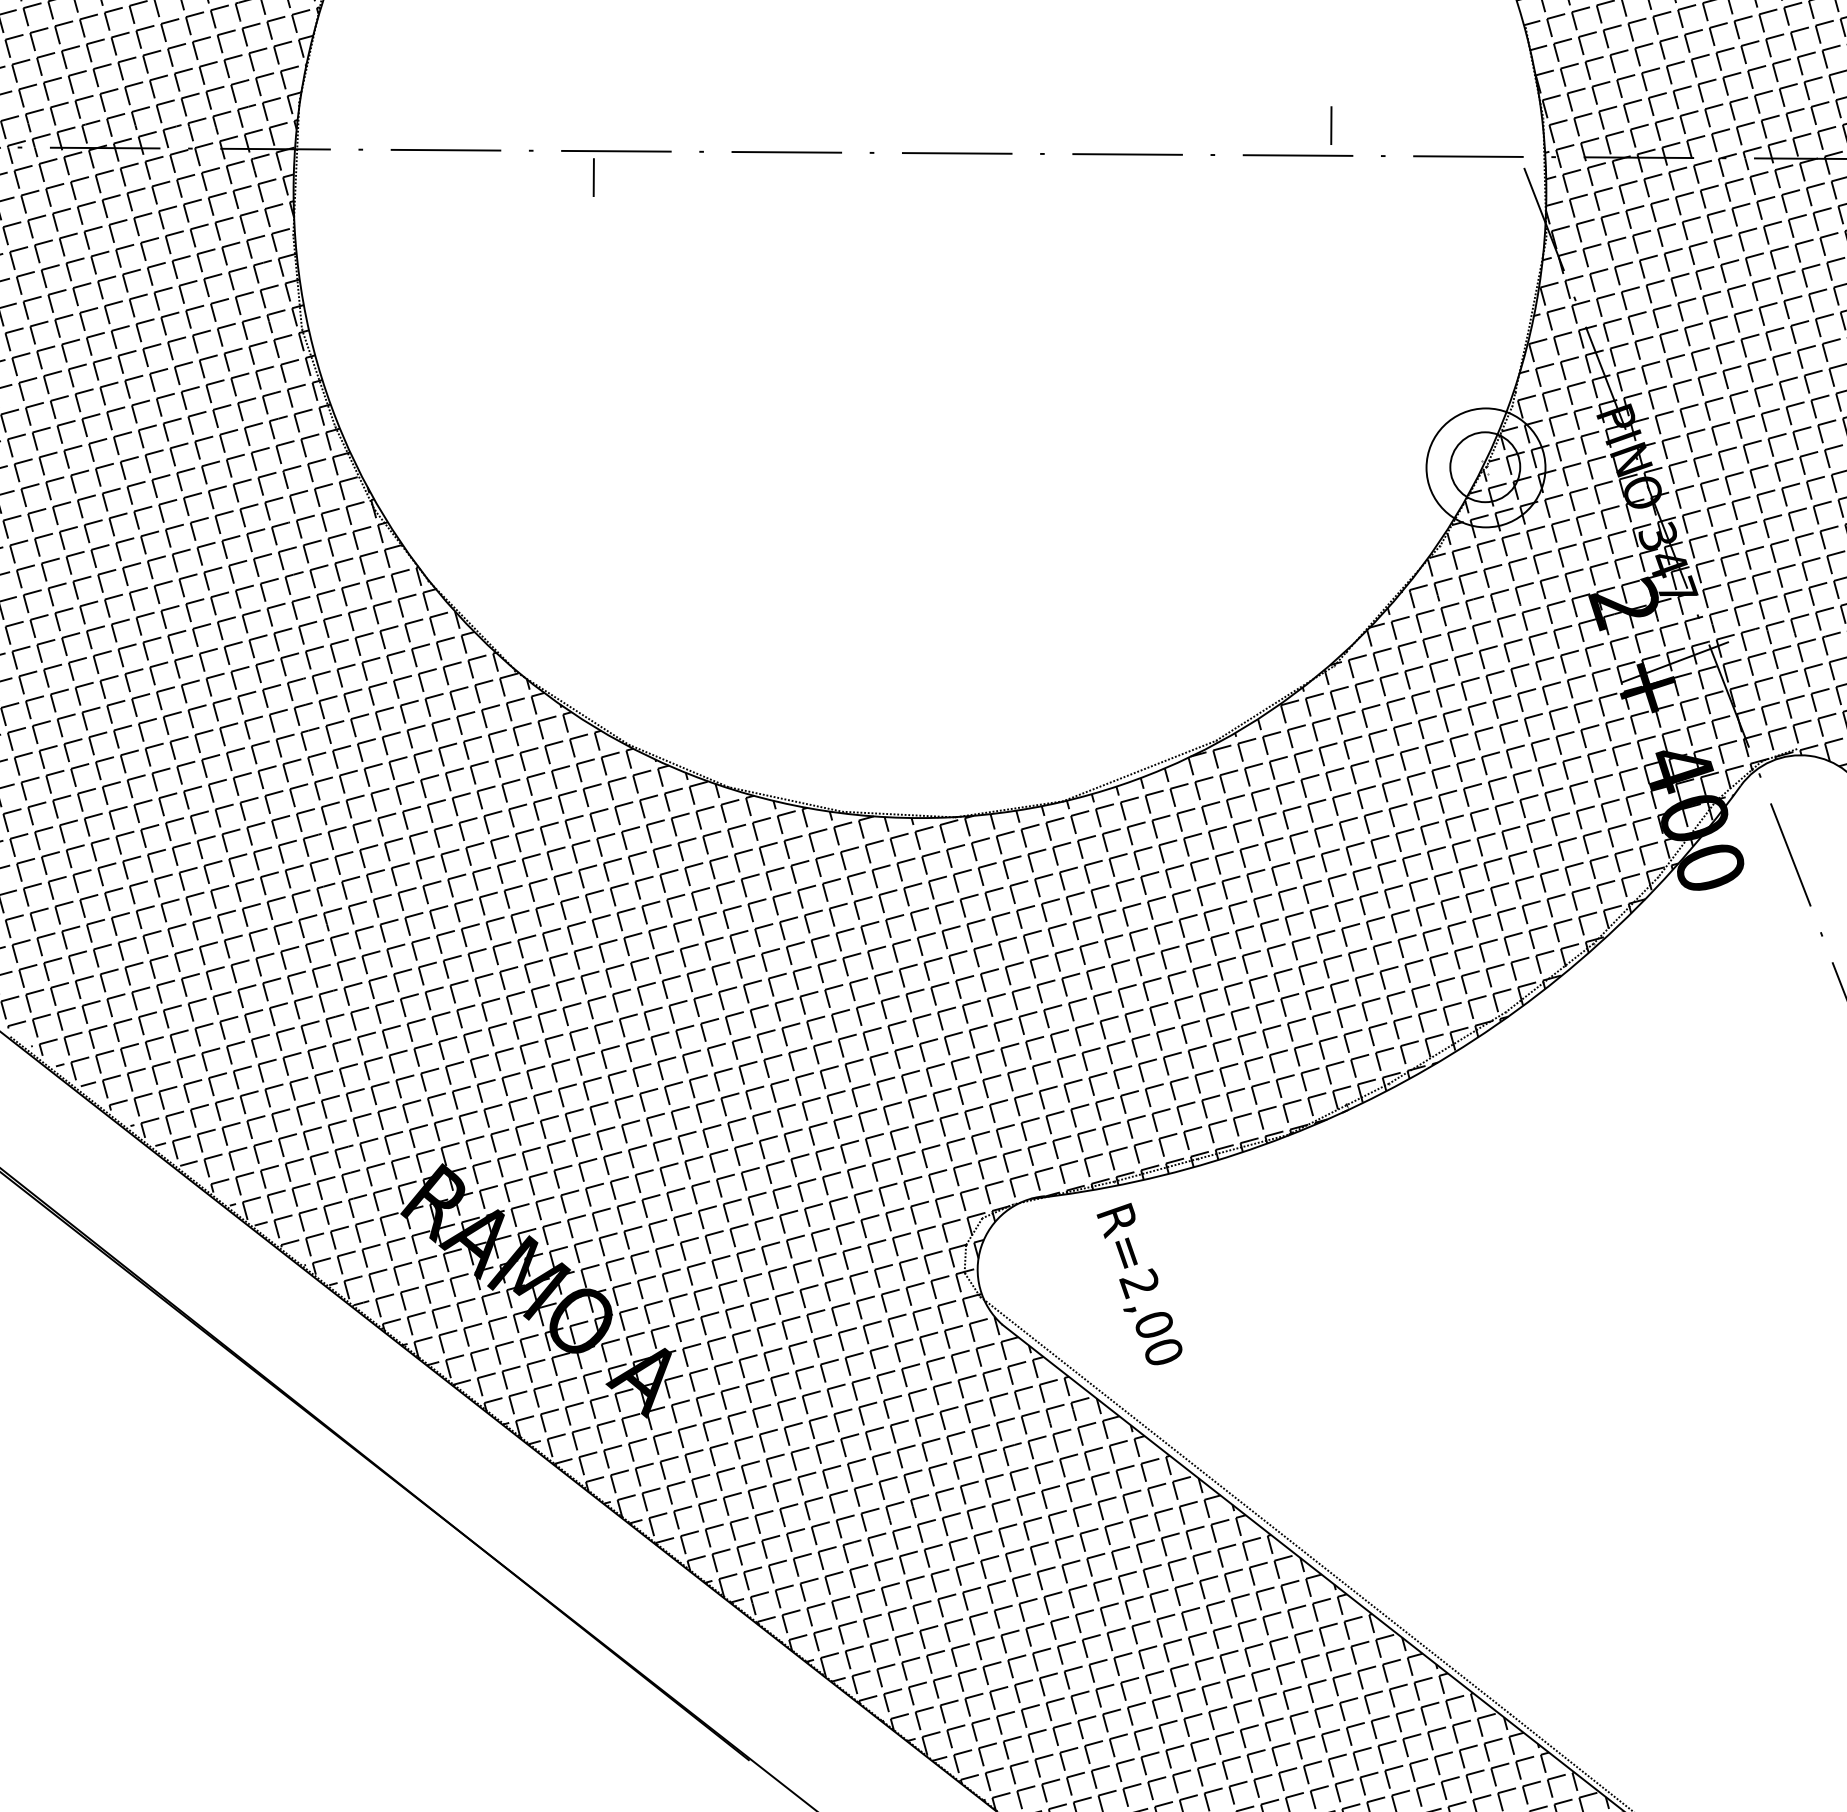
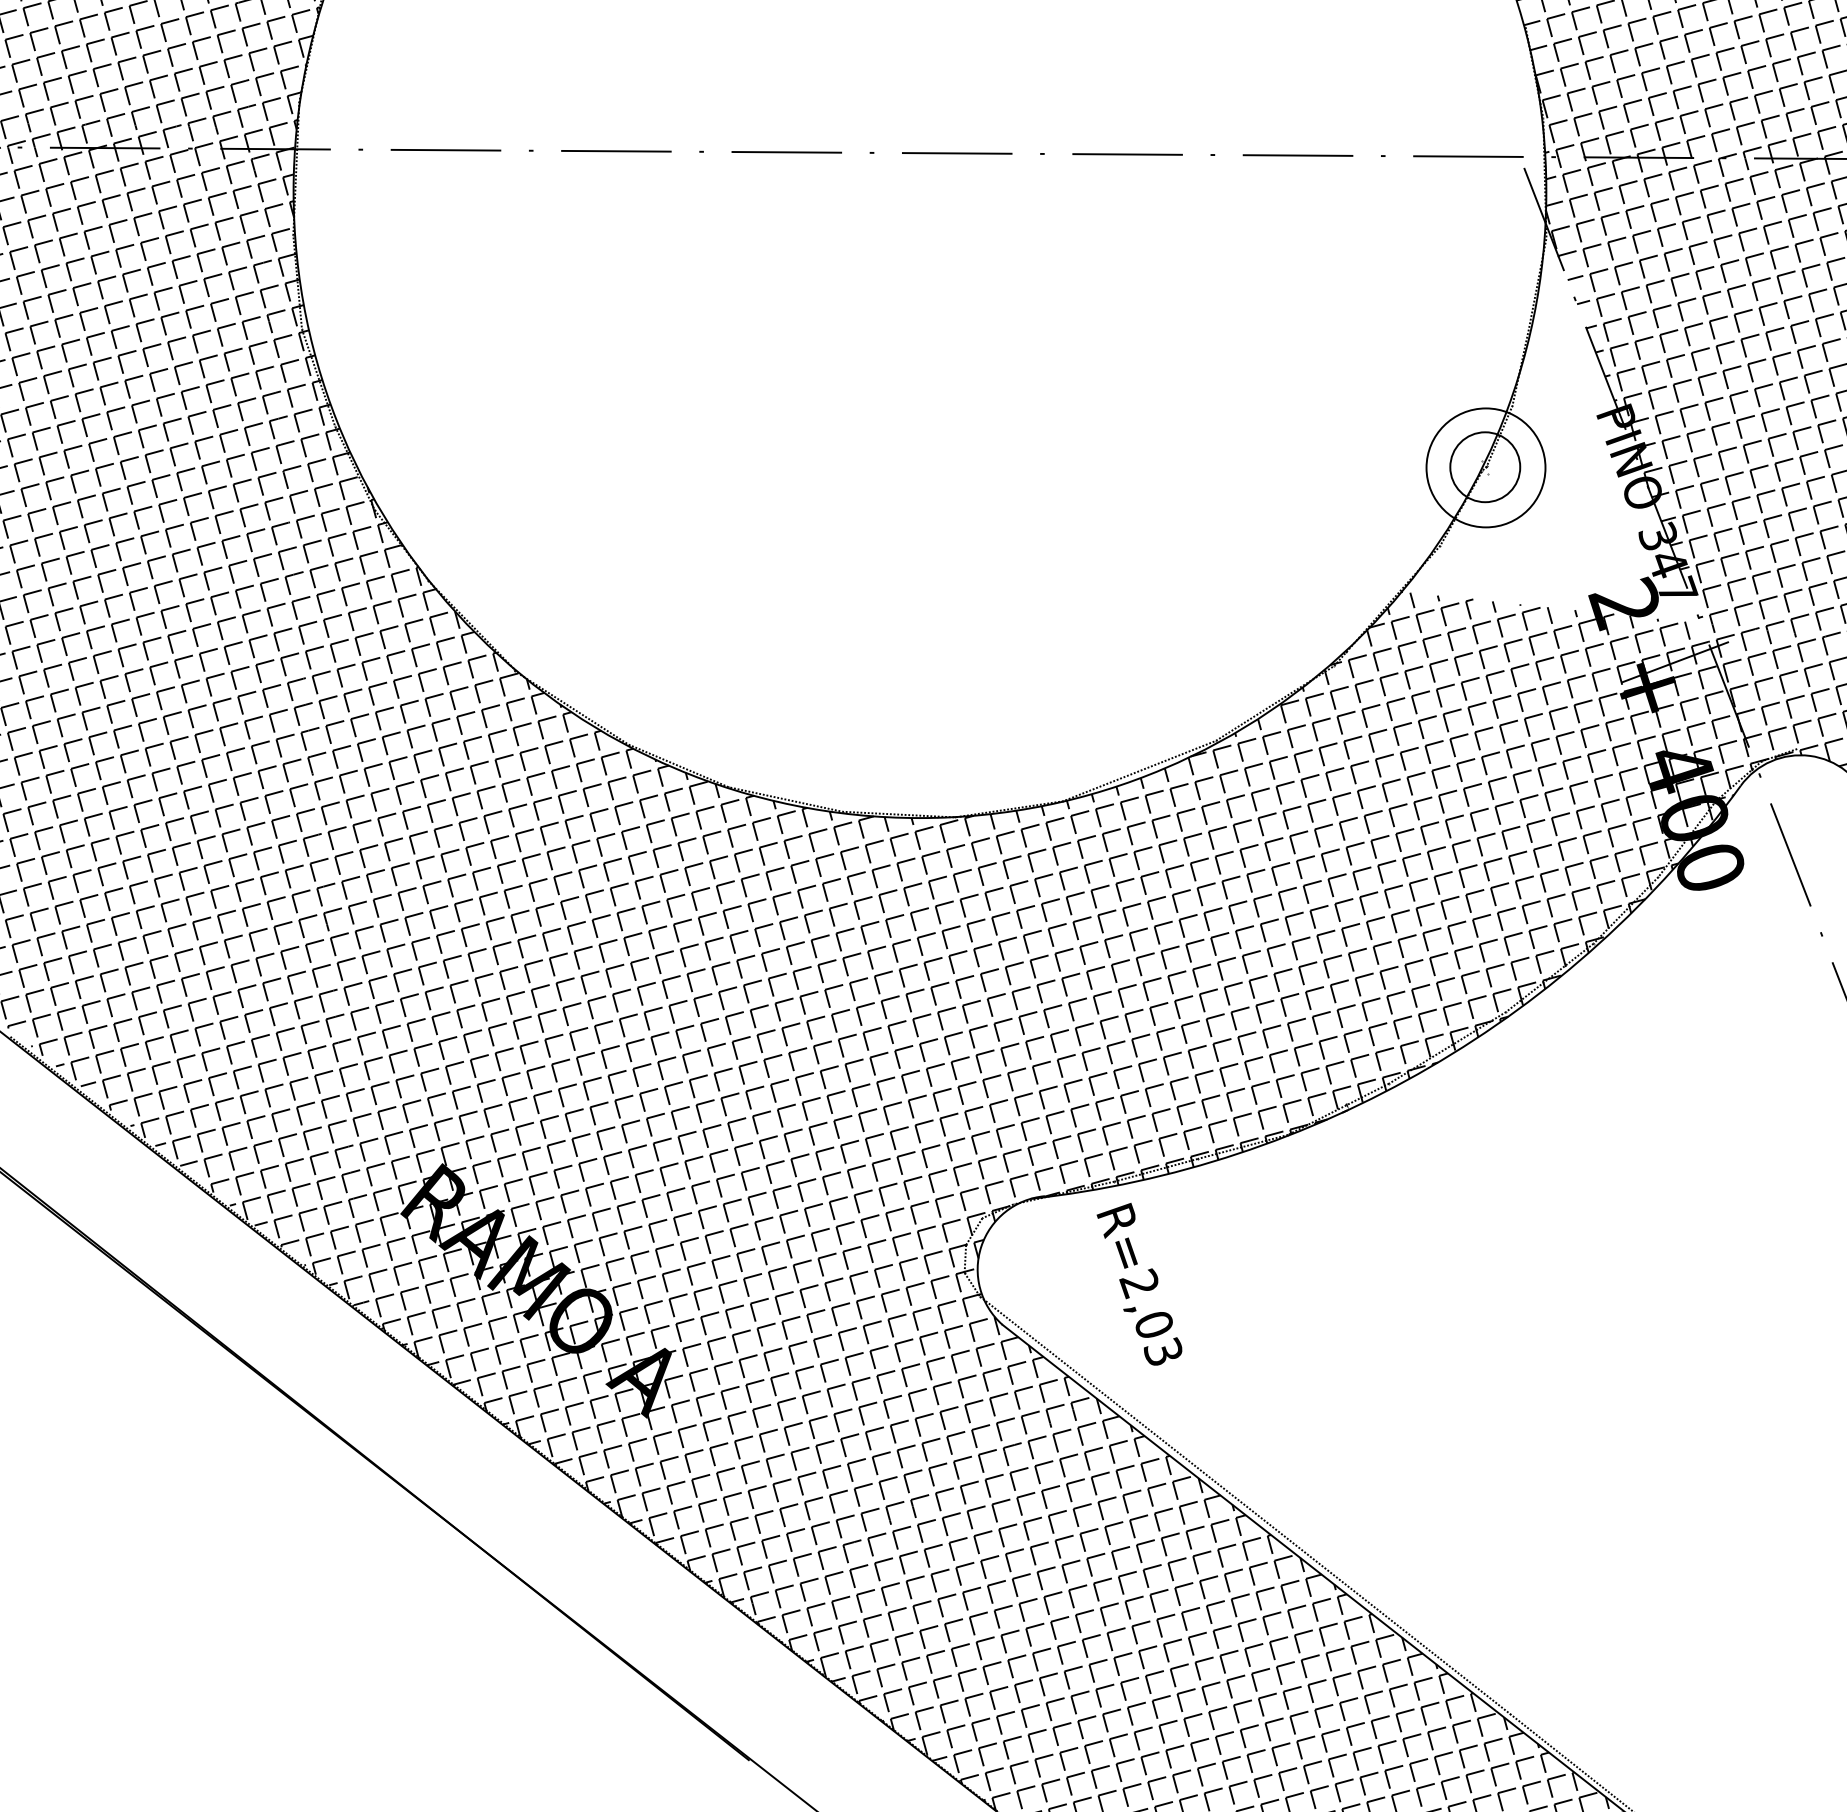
line at (1331, 125): present -> none
line at (593, 177): present -> none
hatch at (1553, 439): present -> none
text at (1162, 1351): R=2,00 -> R=2,03
